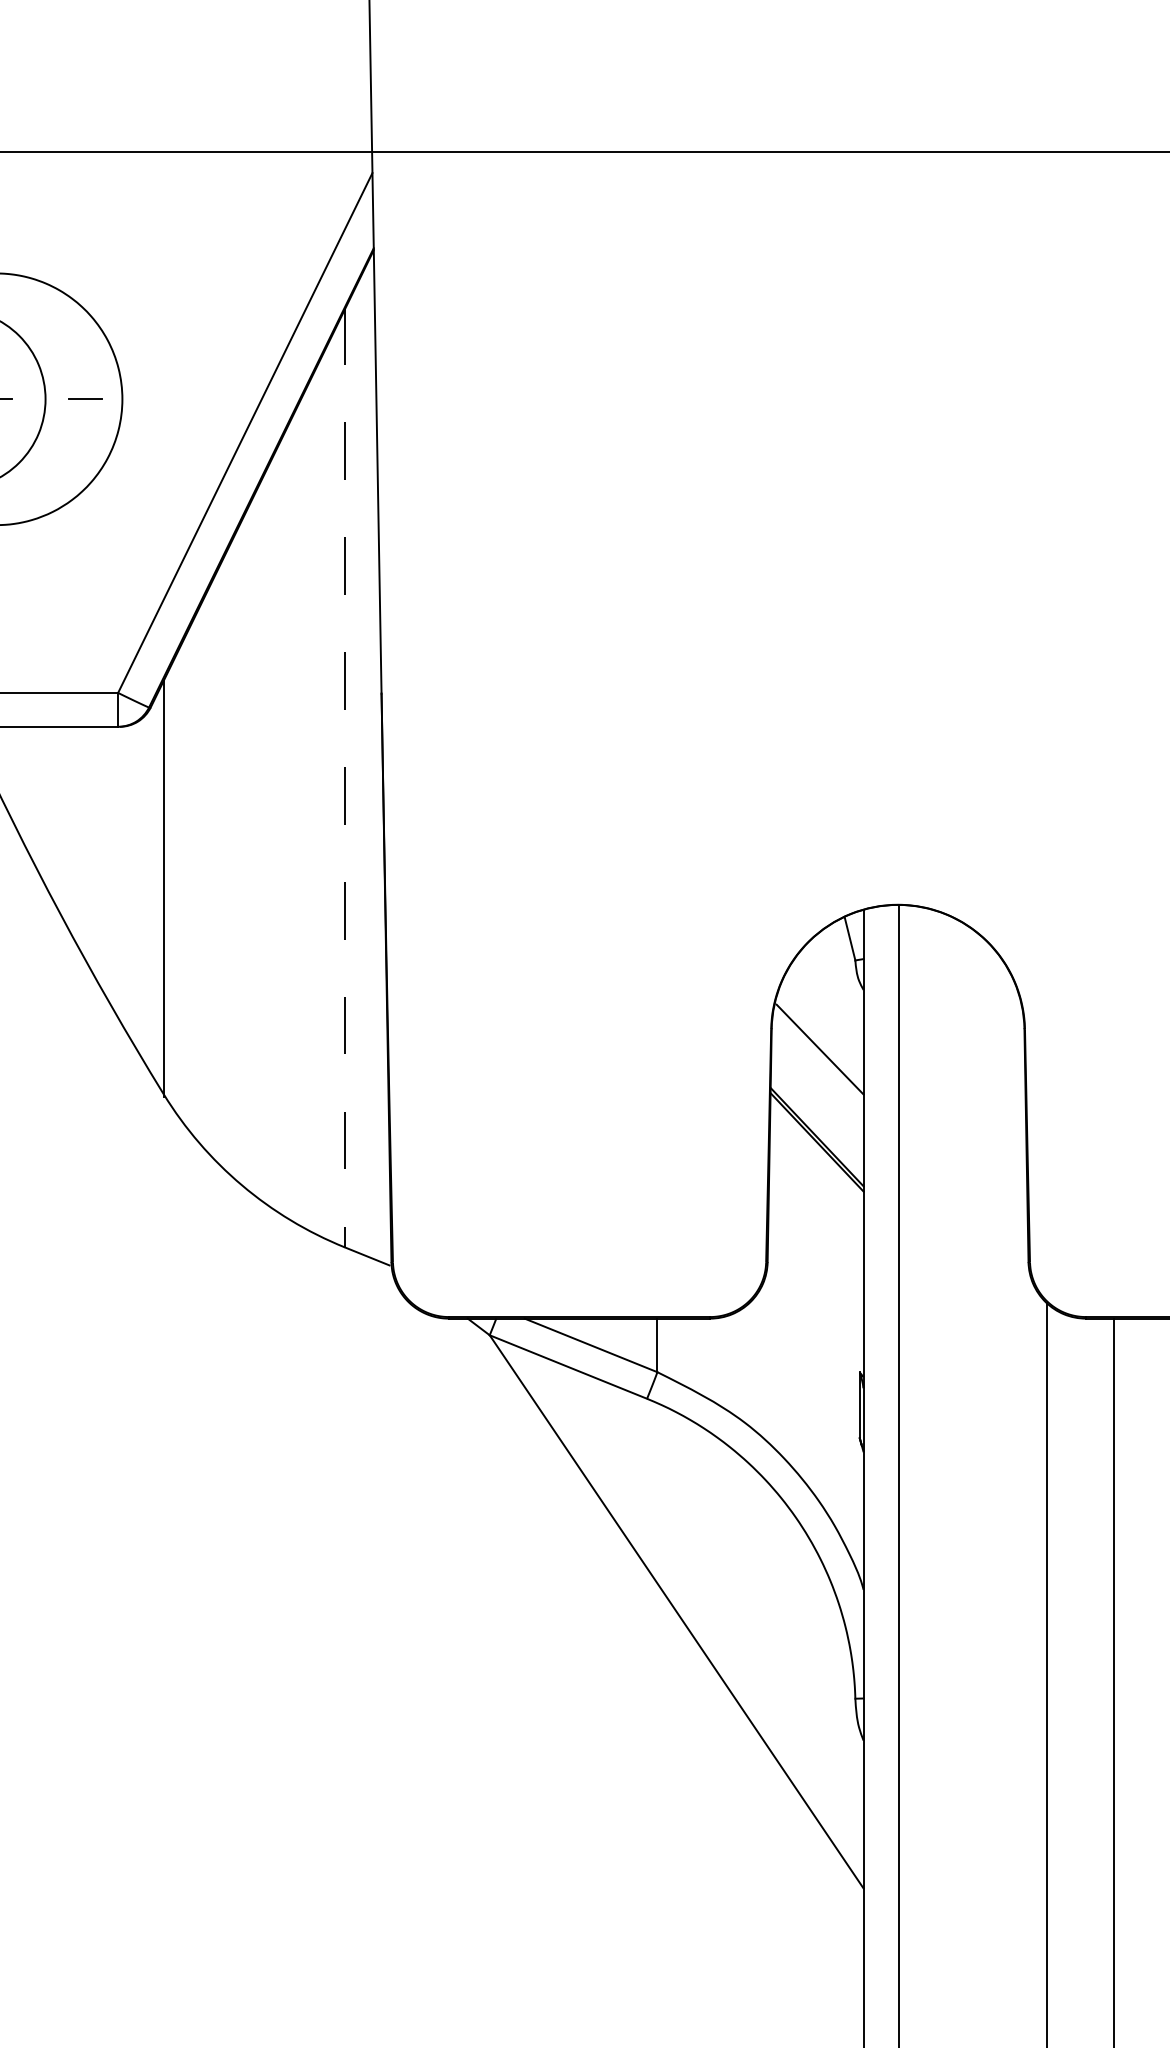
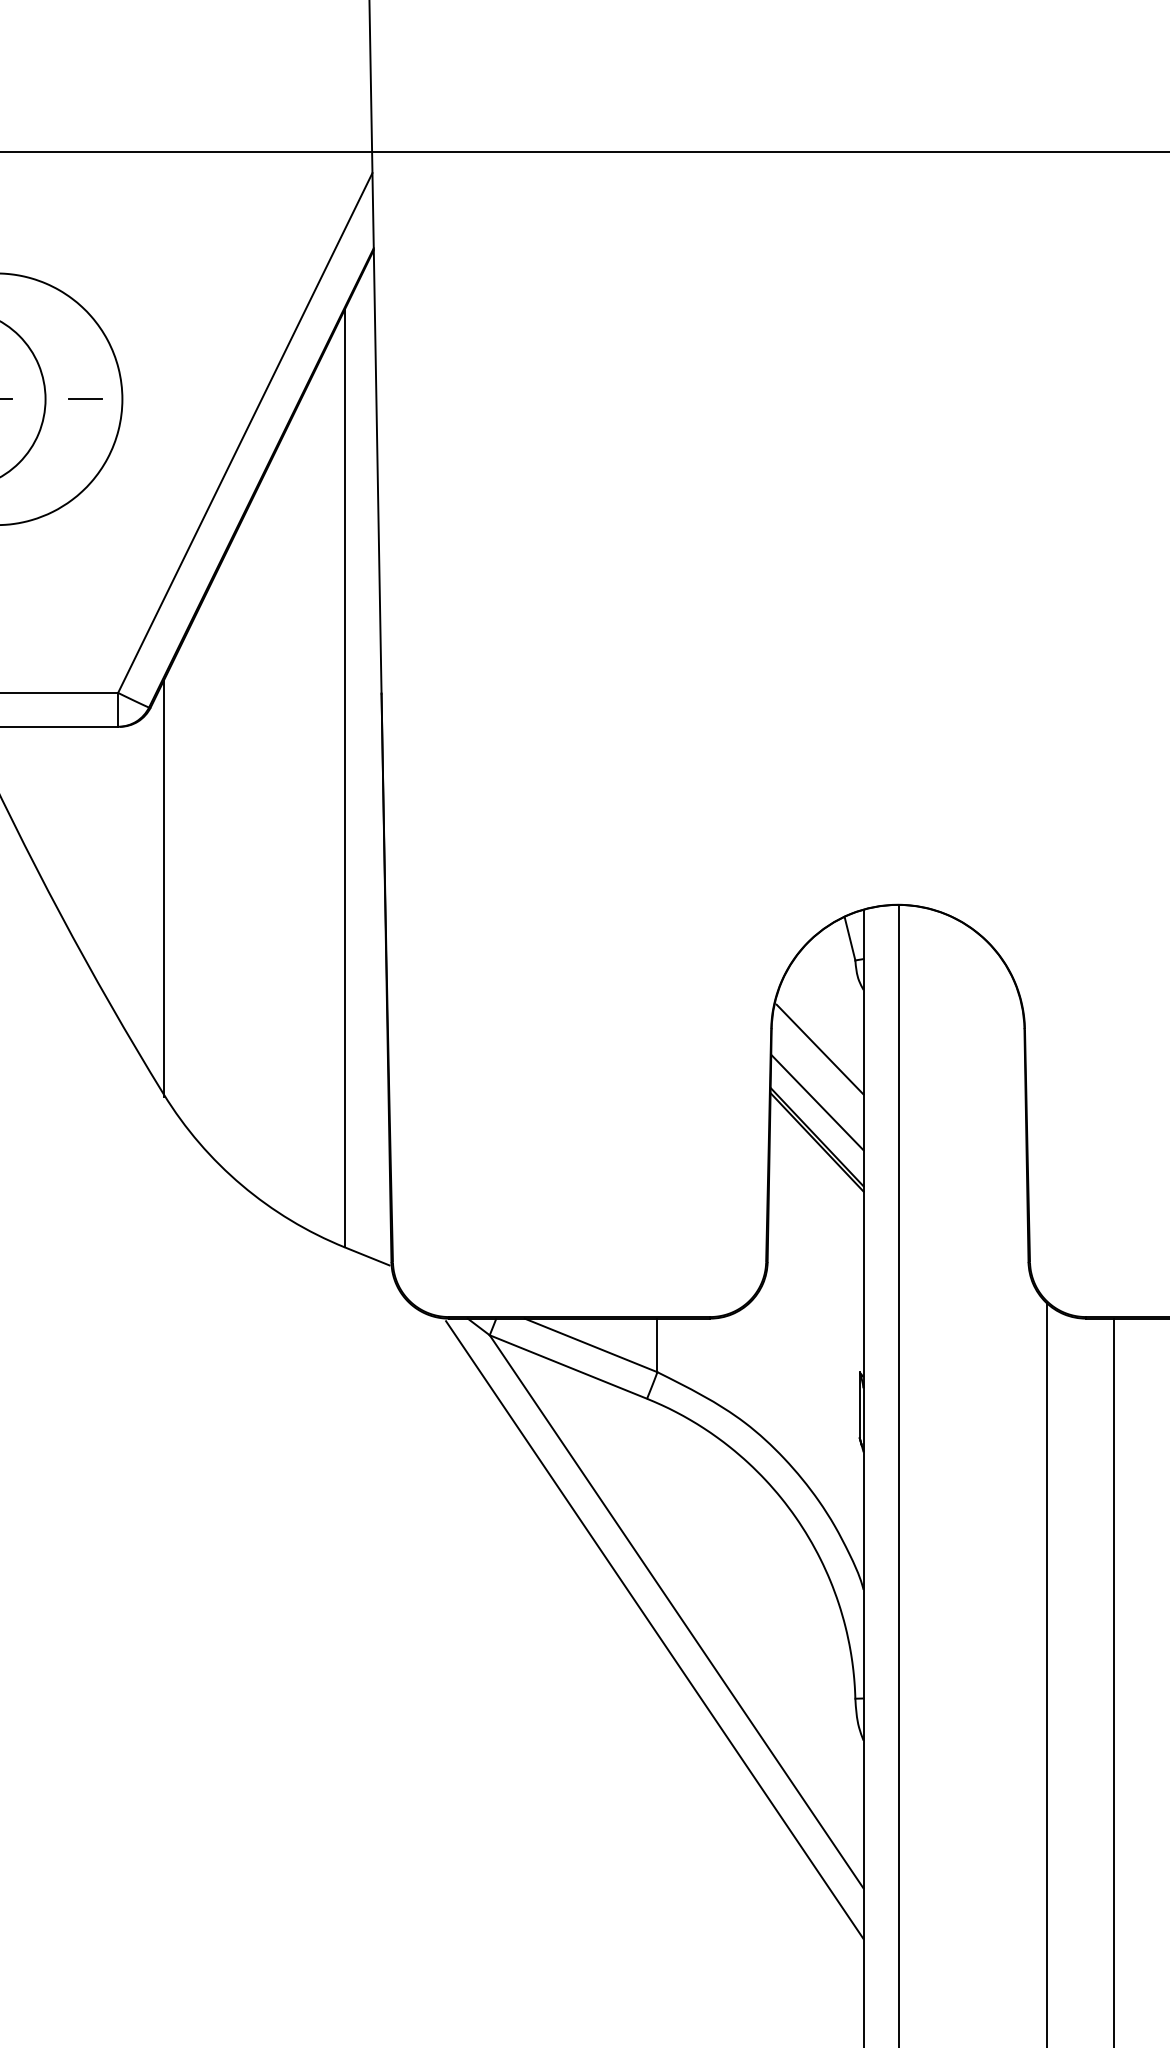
line at (344, 777): dashed -> solid
line at (817, 1102): none -> present
line at (654, 1630): none -> present
